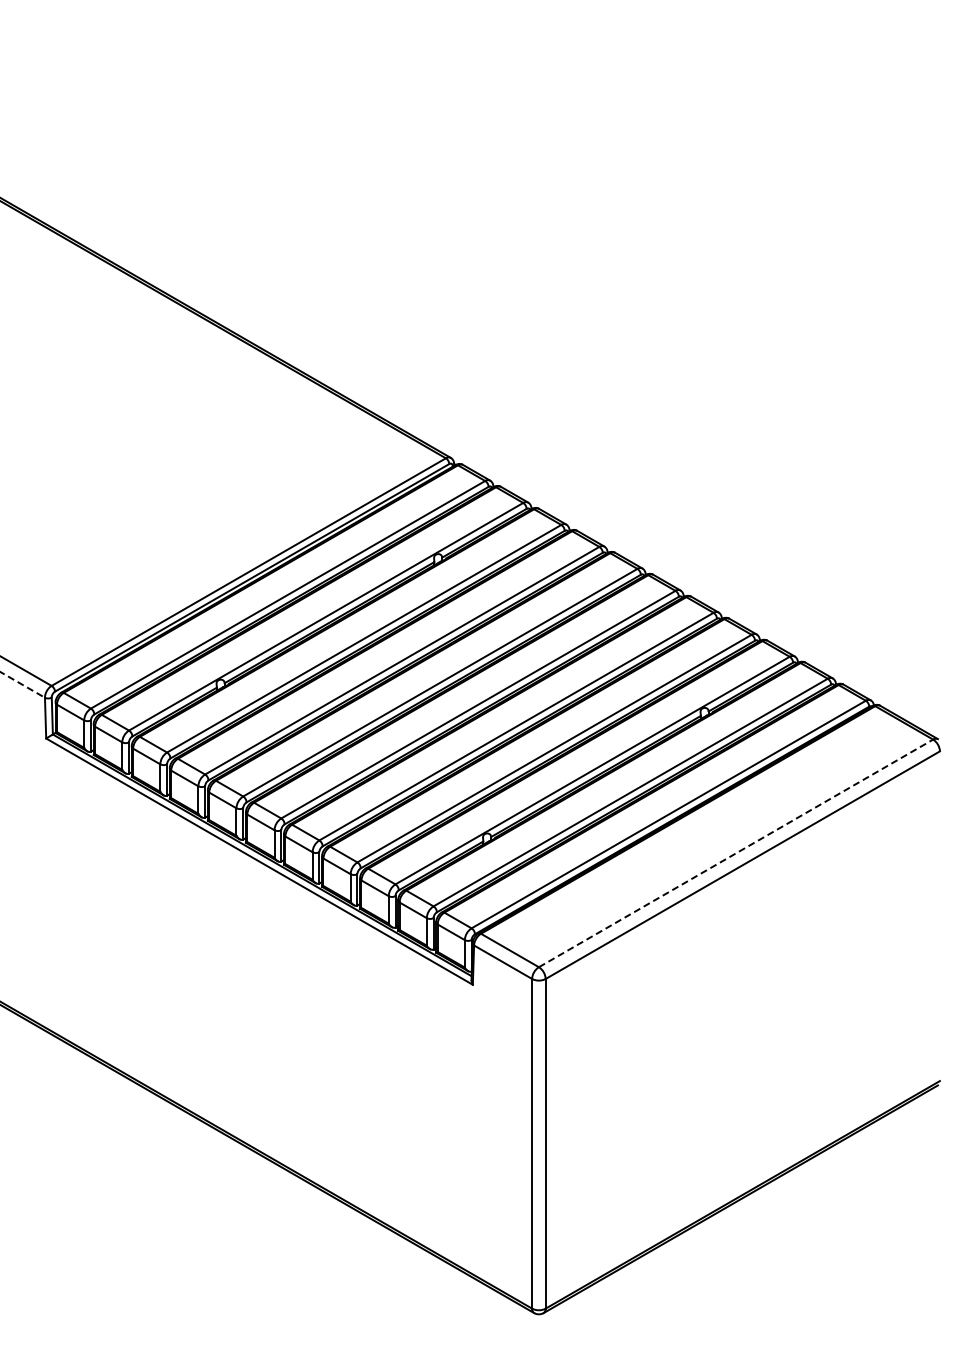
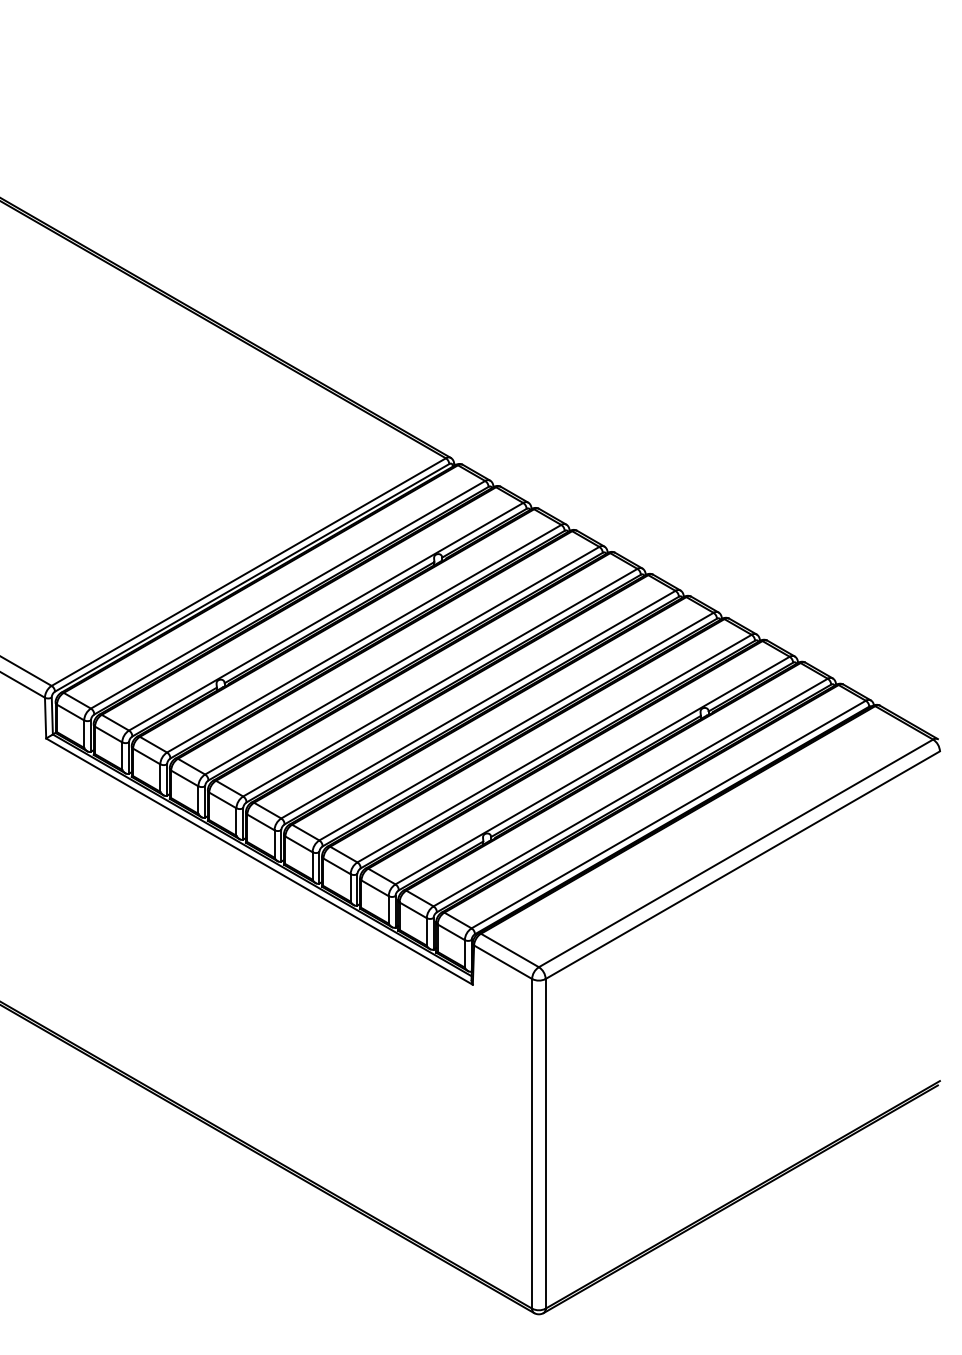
line at (23, 685): dashed -> solid
line at (736, 853): dashed -> solid
